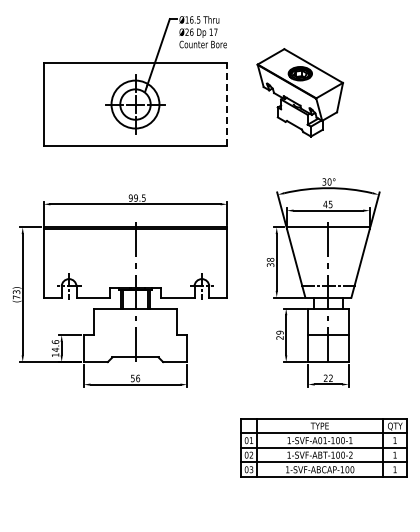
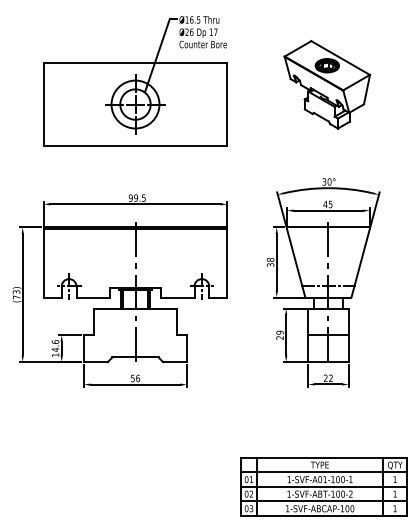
part at (299, 92) position: (299, 92) -> (326, 84)
line at (227, 104): dashed -> solid
part at (323, 447) position: (323, 447) -> (323, 486)
